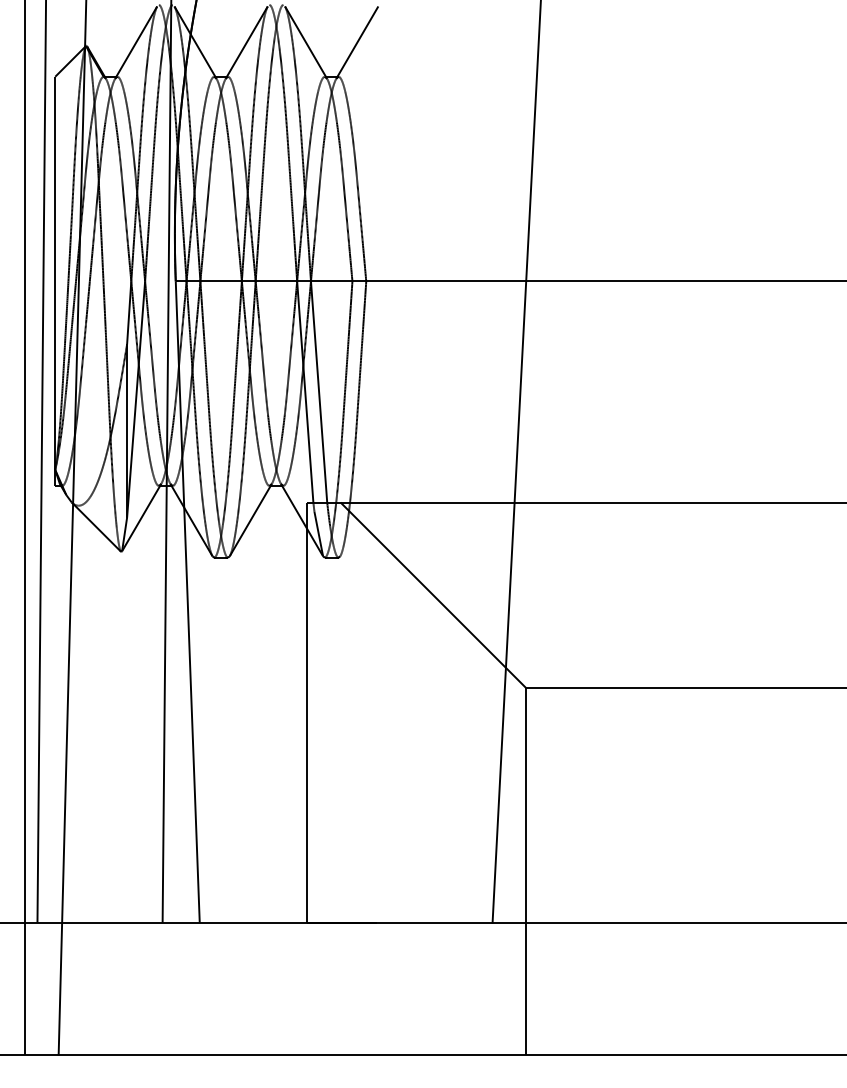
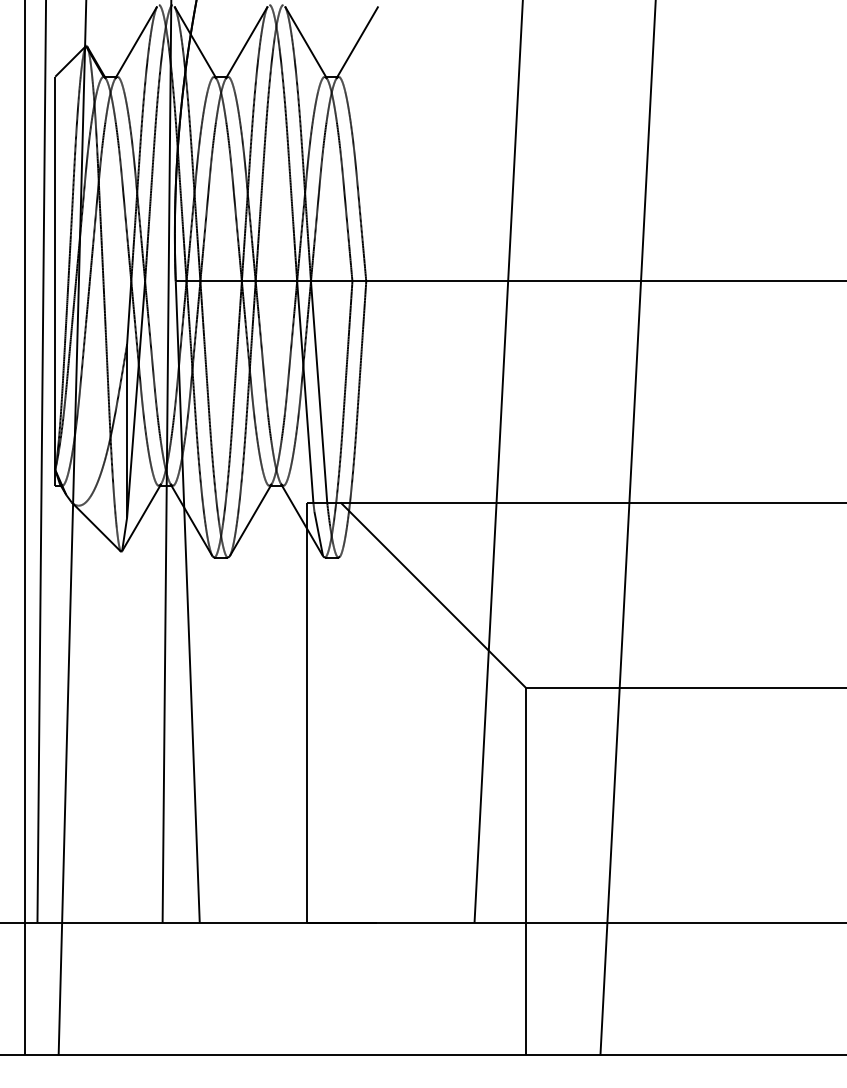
line at (516, 462) position: (516, 462) -> (498, 462)
line at (627, 528): none -> present
